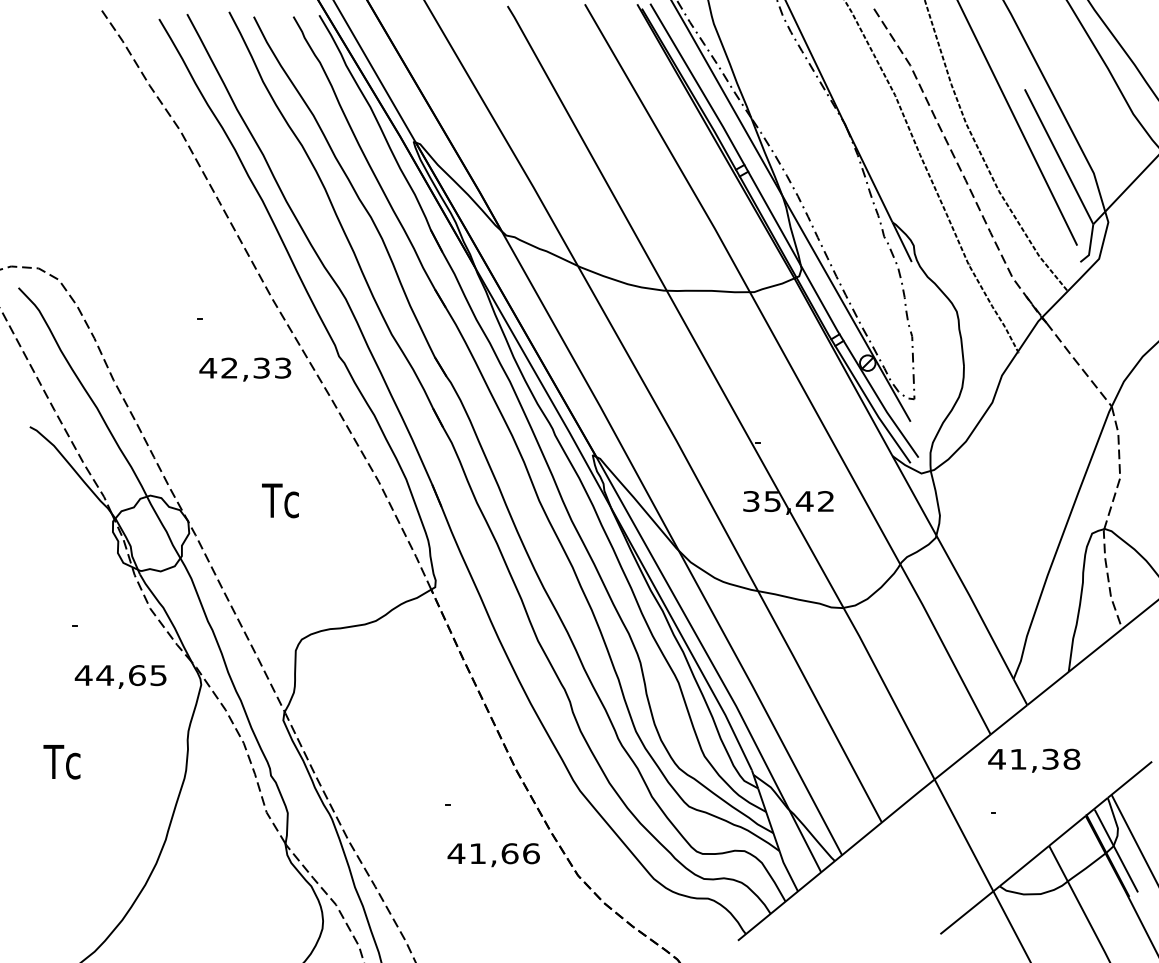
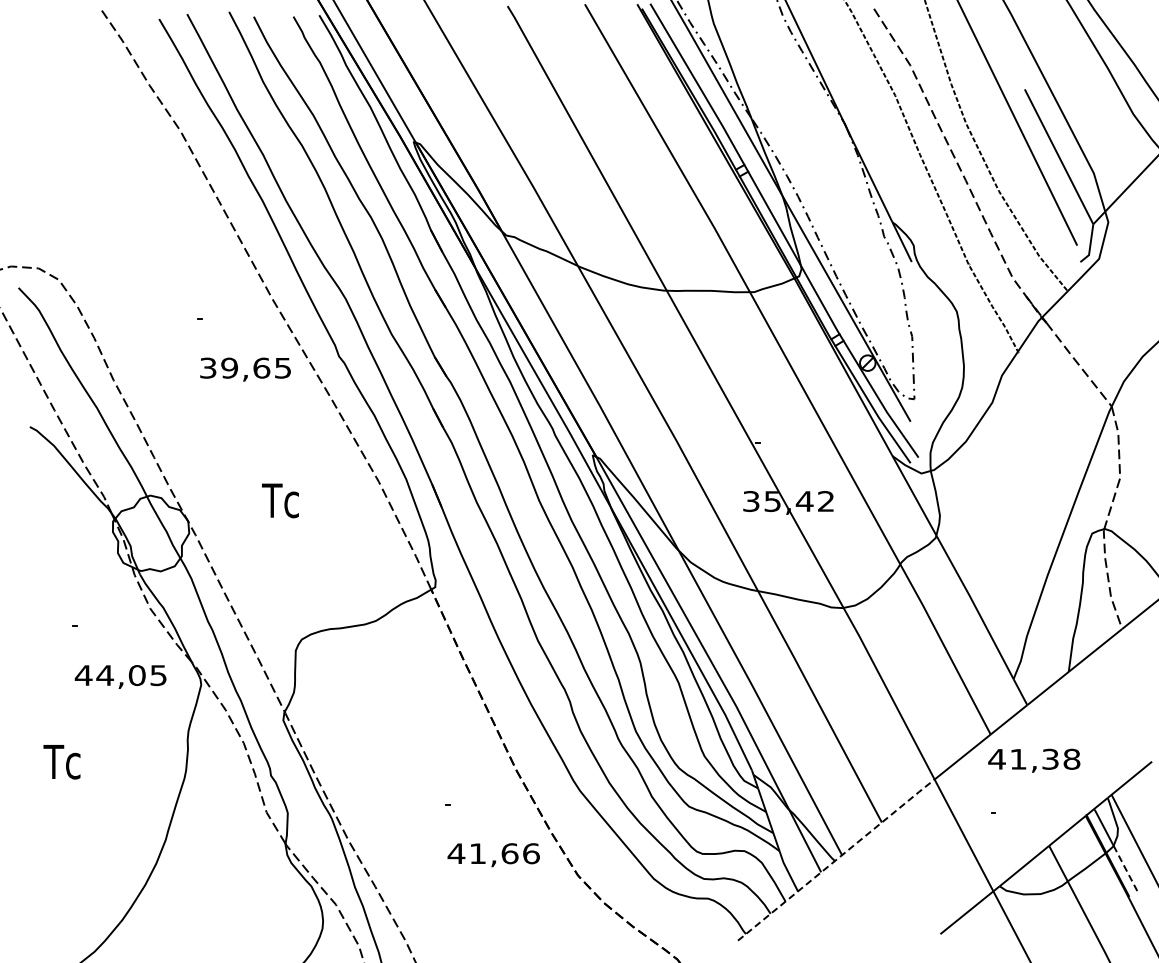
text at (245, 367): 42,33 -> 39,65
text at (136, 675): 44,65 -> 44,05
line at (836, 859): solid -> dashed
line at (1126, 869): solid -> dashed
